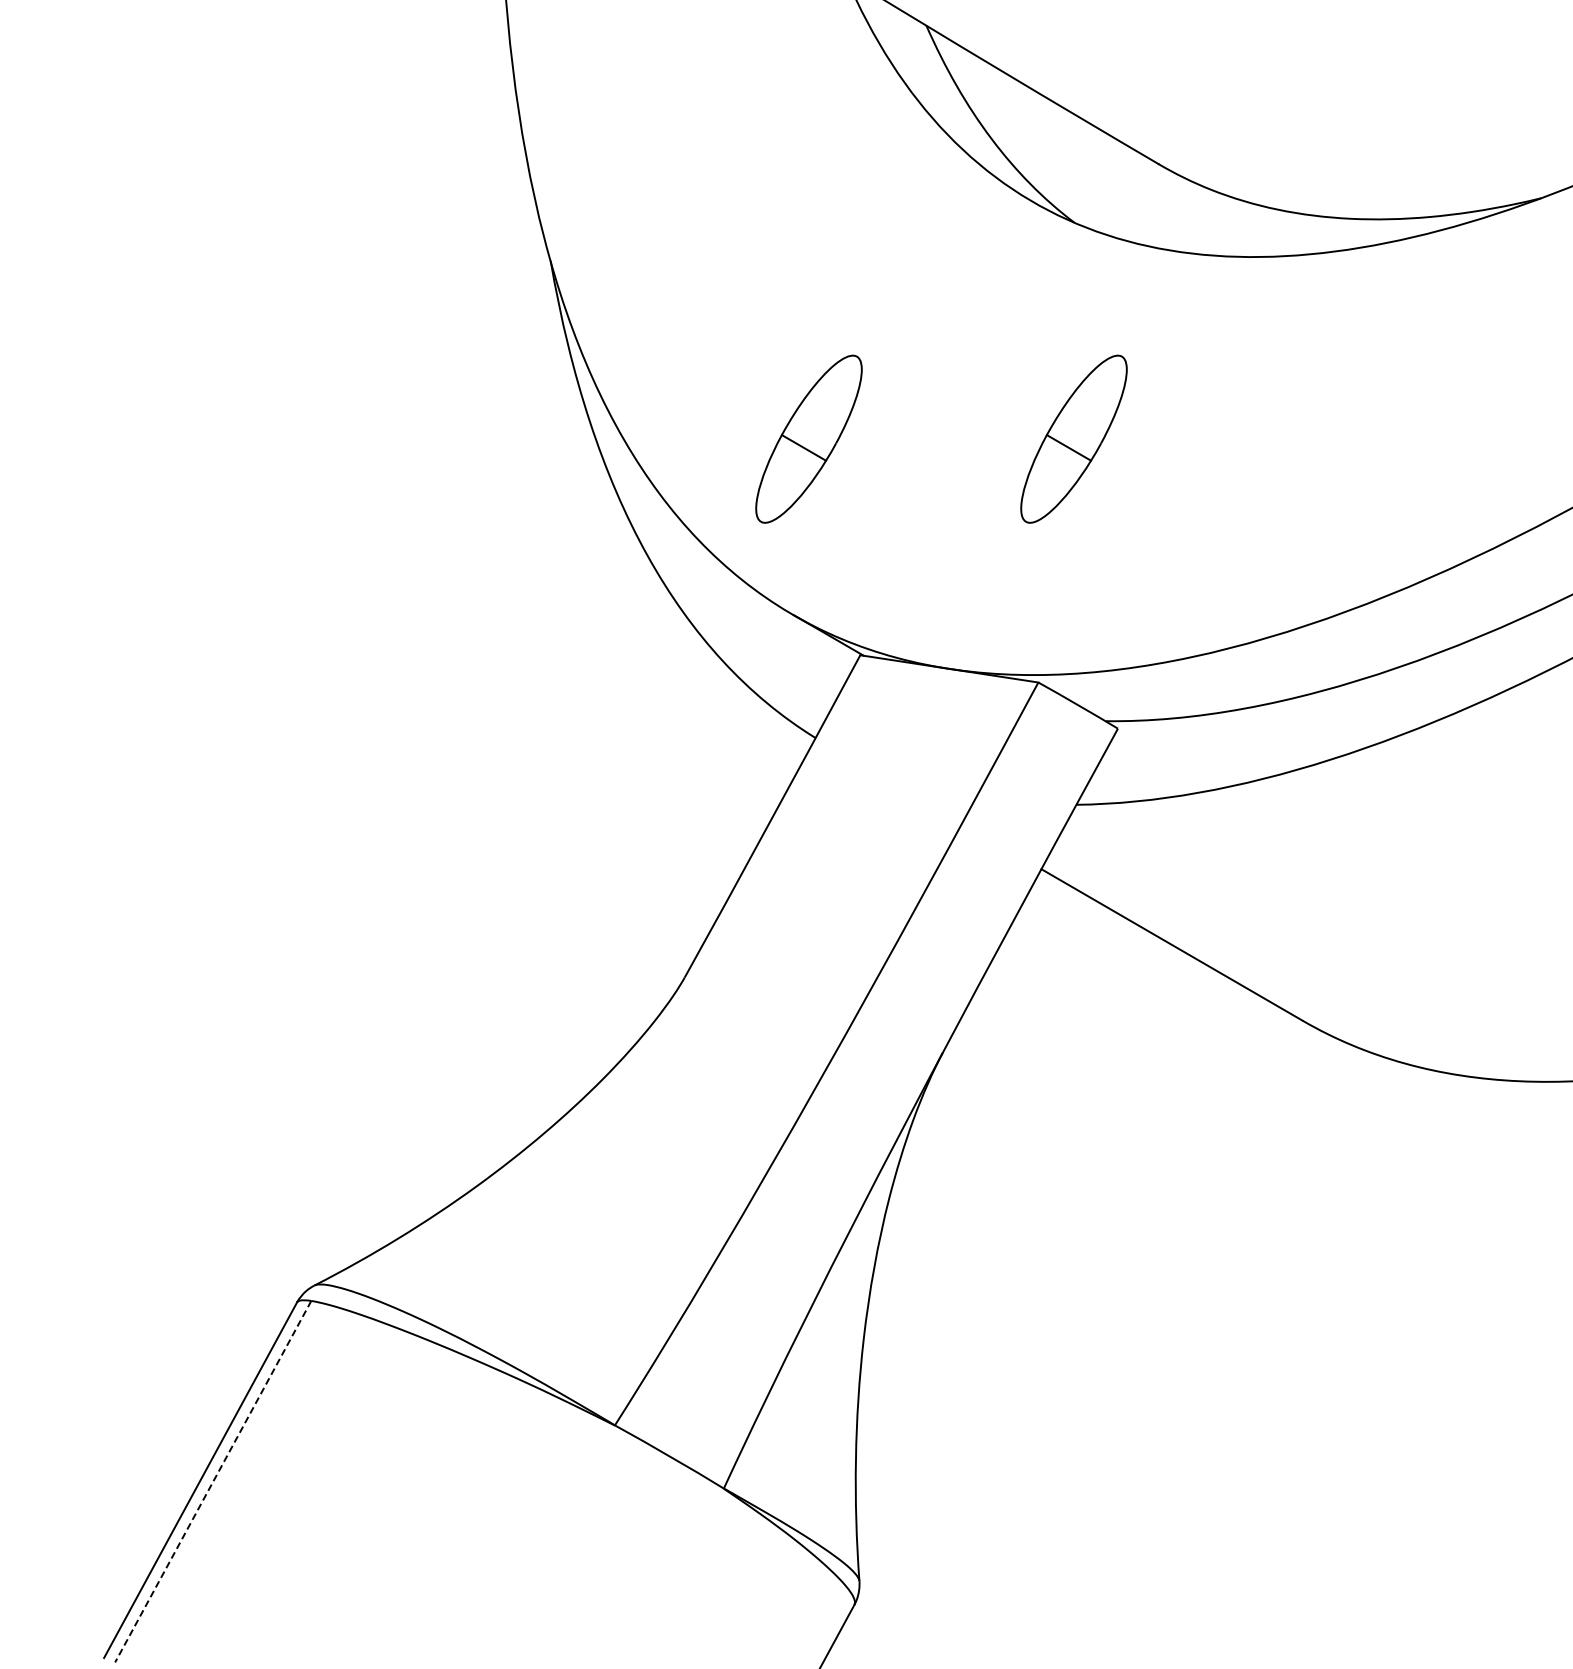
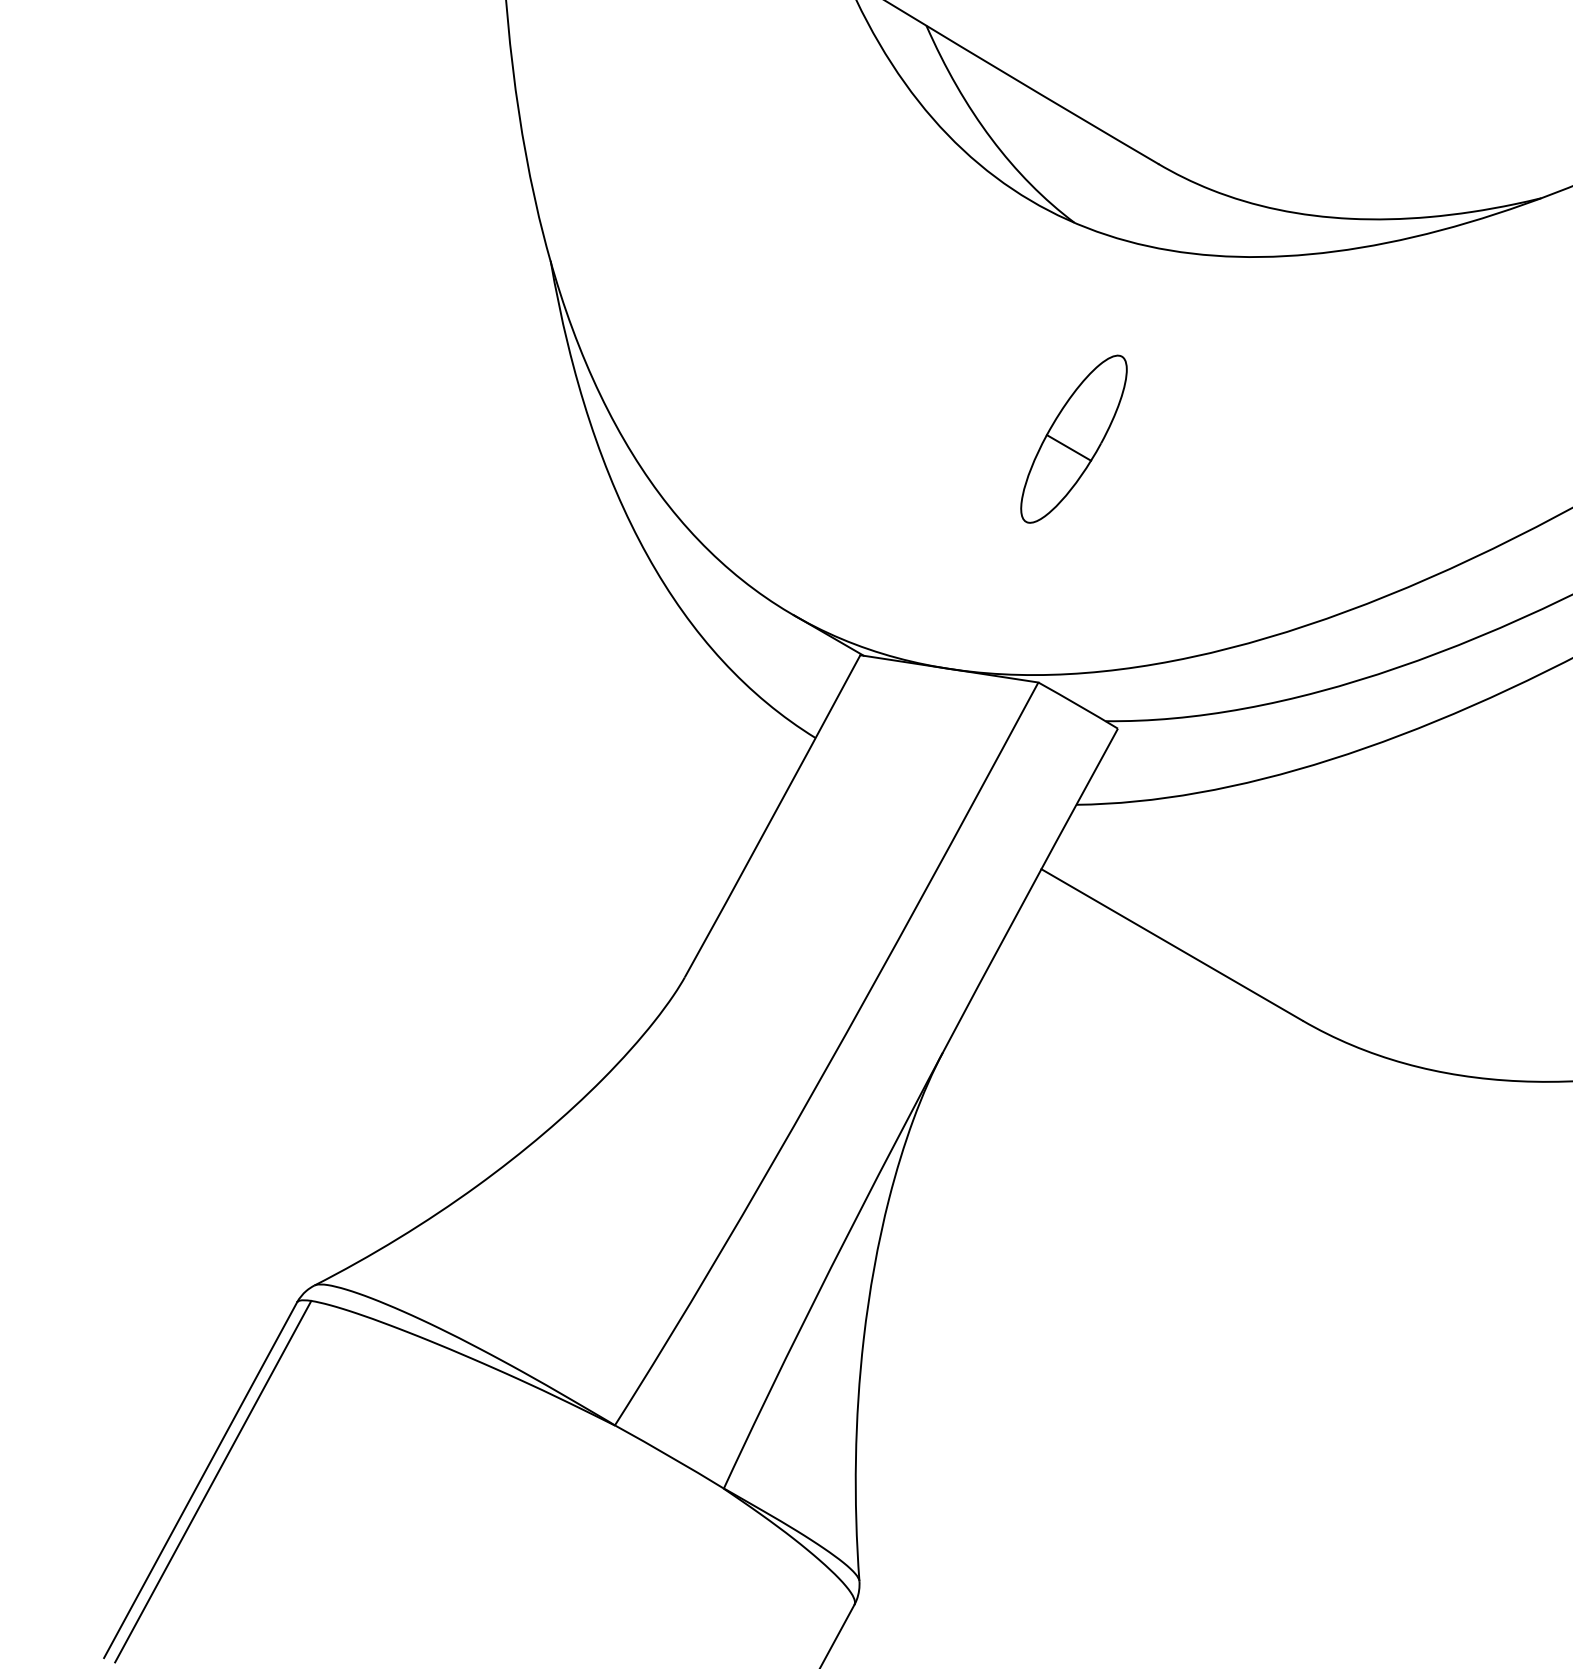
part at (808, 438): present -> none
line at (213, 1481): dashed -> solid
